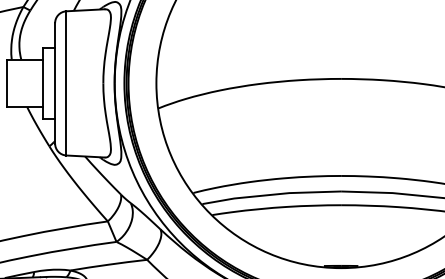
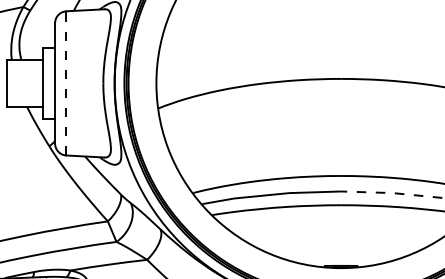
line at (66, 82): solid -> dashed
line at (392, 193): solid -> dashed
